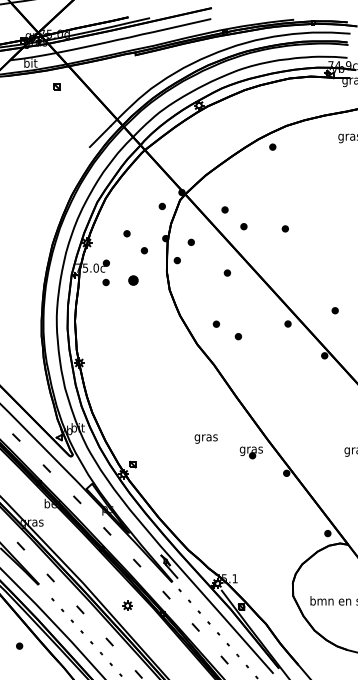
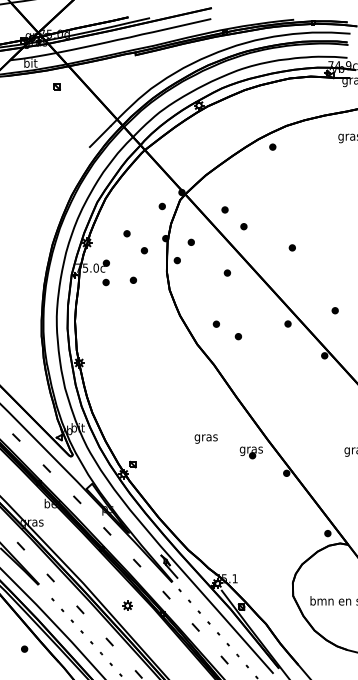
part at (284, 228) position: (284, 228) -> (291, 247)
part at (133, 280) size: 11x11 px -> 9x8 px
part at (19, 645) position: (19, 645) -> (24, 648)
